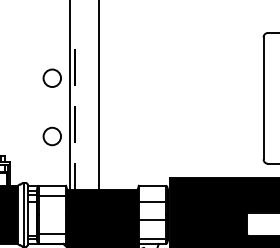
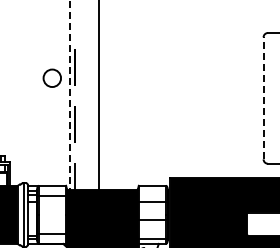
line at (70, 96): solid -> dashed
line at (263, 97): solid -> dashed
circle at (51, 136): present -> none
